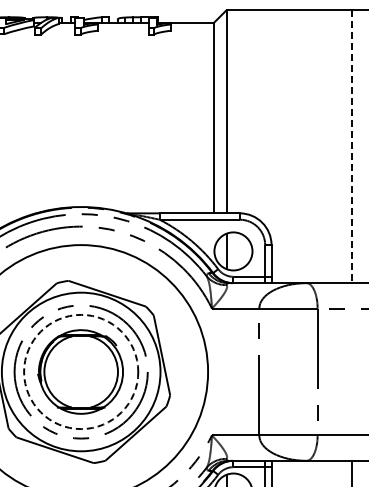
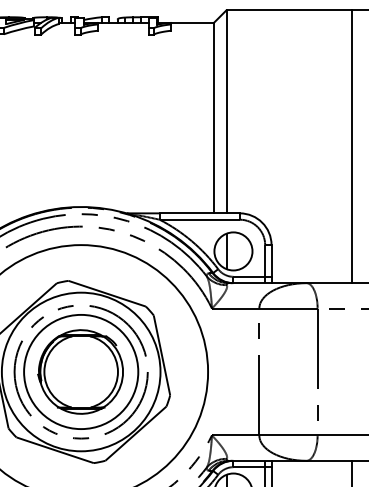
line at (352, 147): dashed -> solid
circle at (81, 371): dashed -> solid
